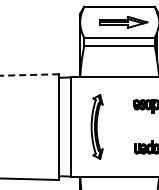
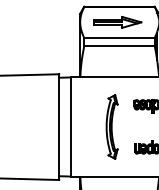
part at (123, 22) position: (123, 22) -> (117, 22)
line at (29, 75): dashed -> solid
part at (96, 126) position: (96, 126) -> (111, 126)
